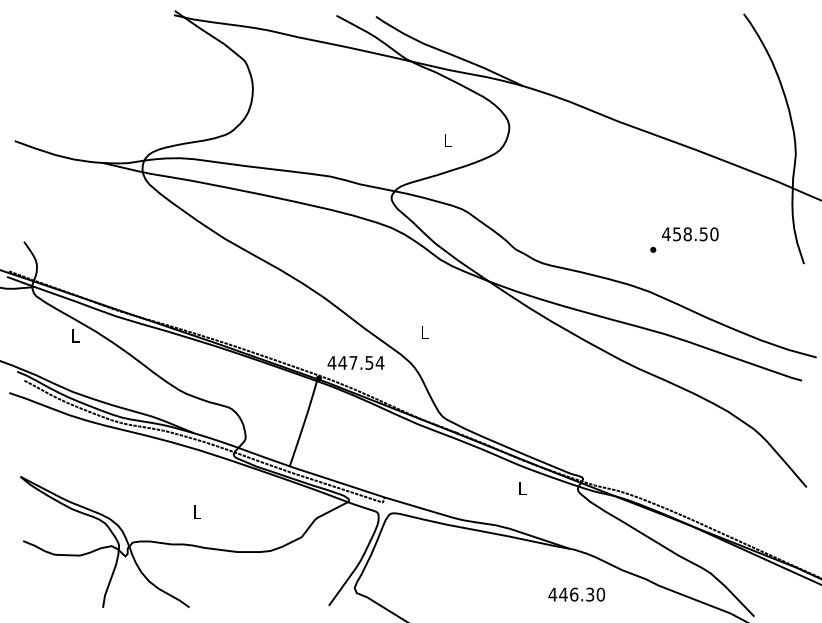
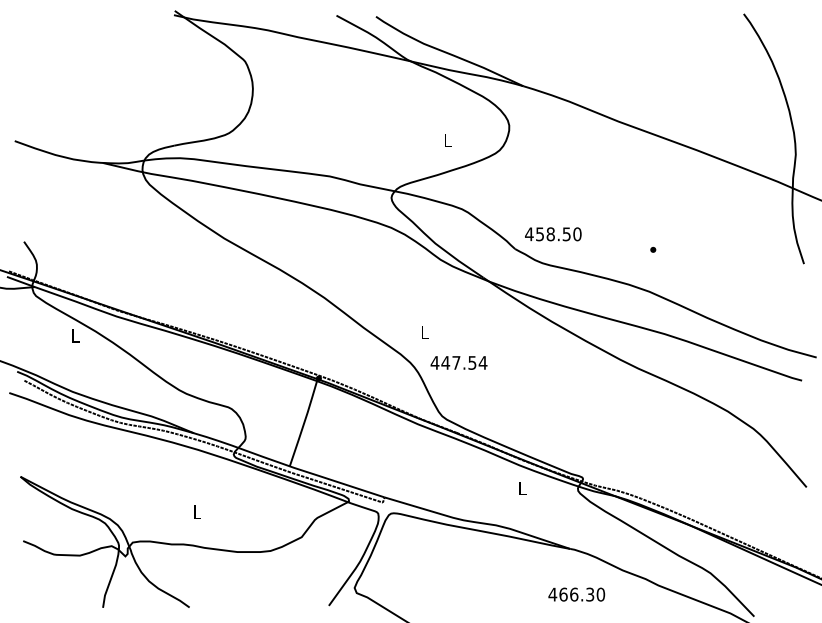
text at (690, 234) position: (690, 234) -> (553, 234)
text at (355, 362) position: (355, 362) -> (458, 362)
text at (563, 594): 446.30 -> 466.30
